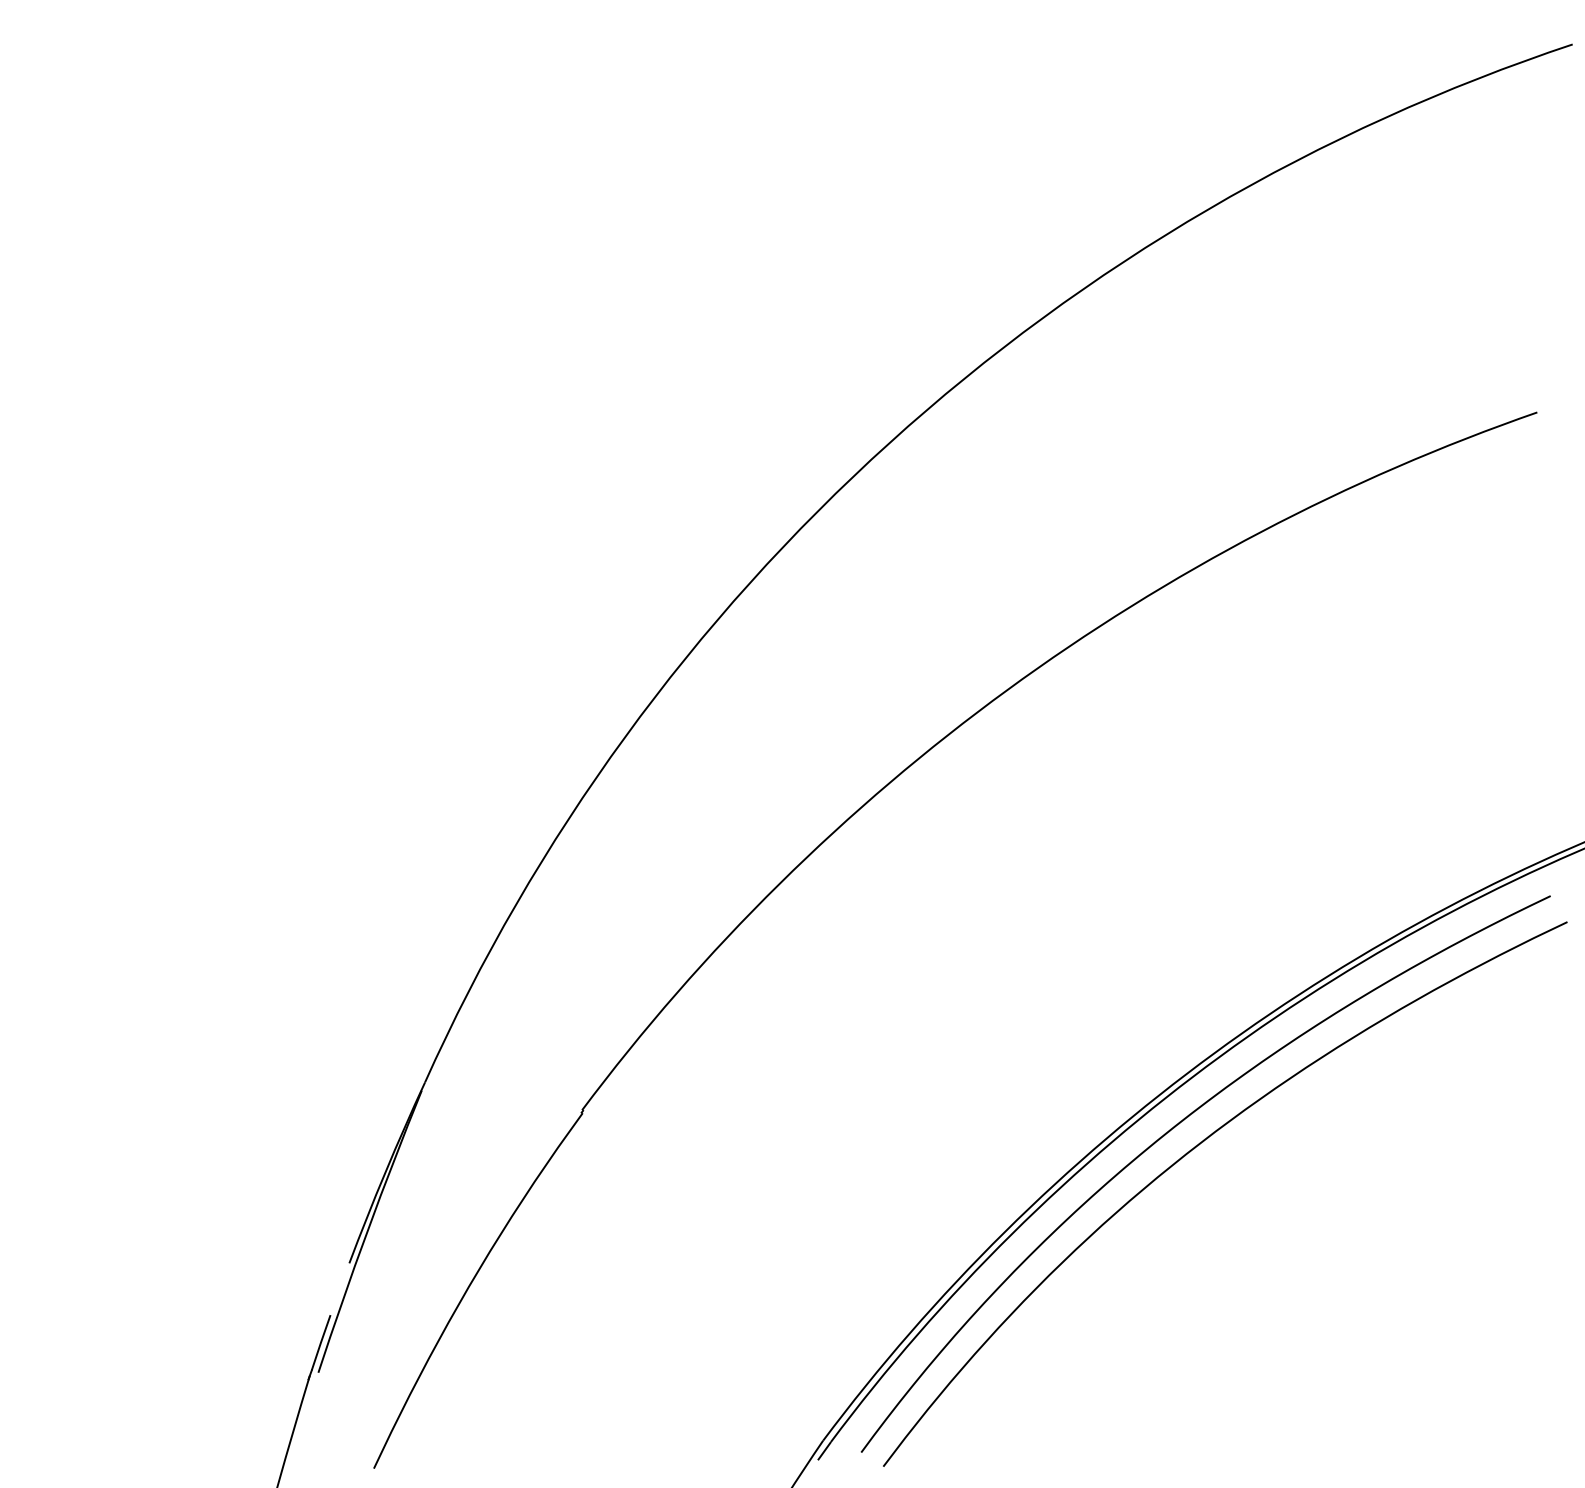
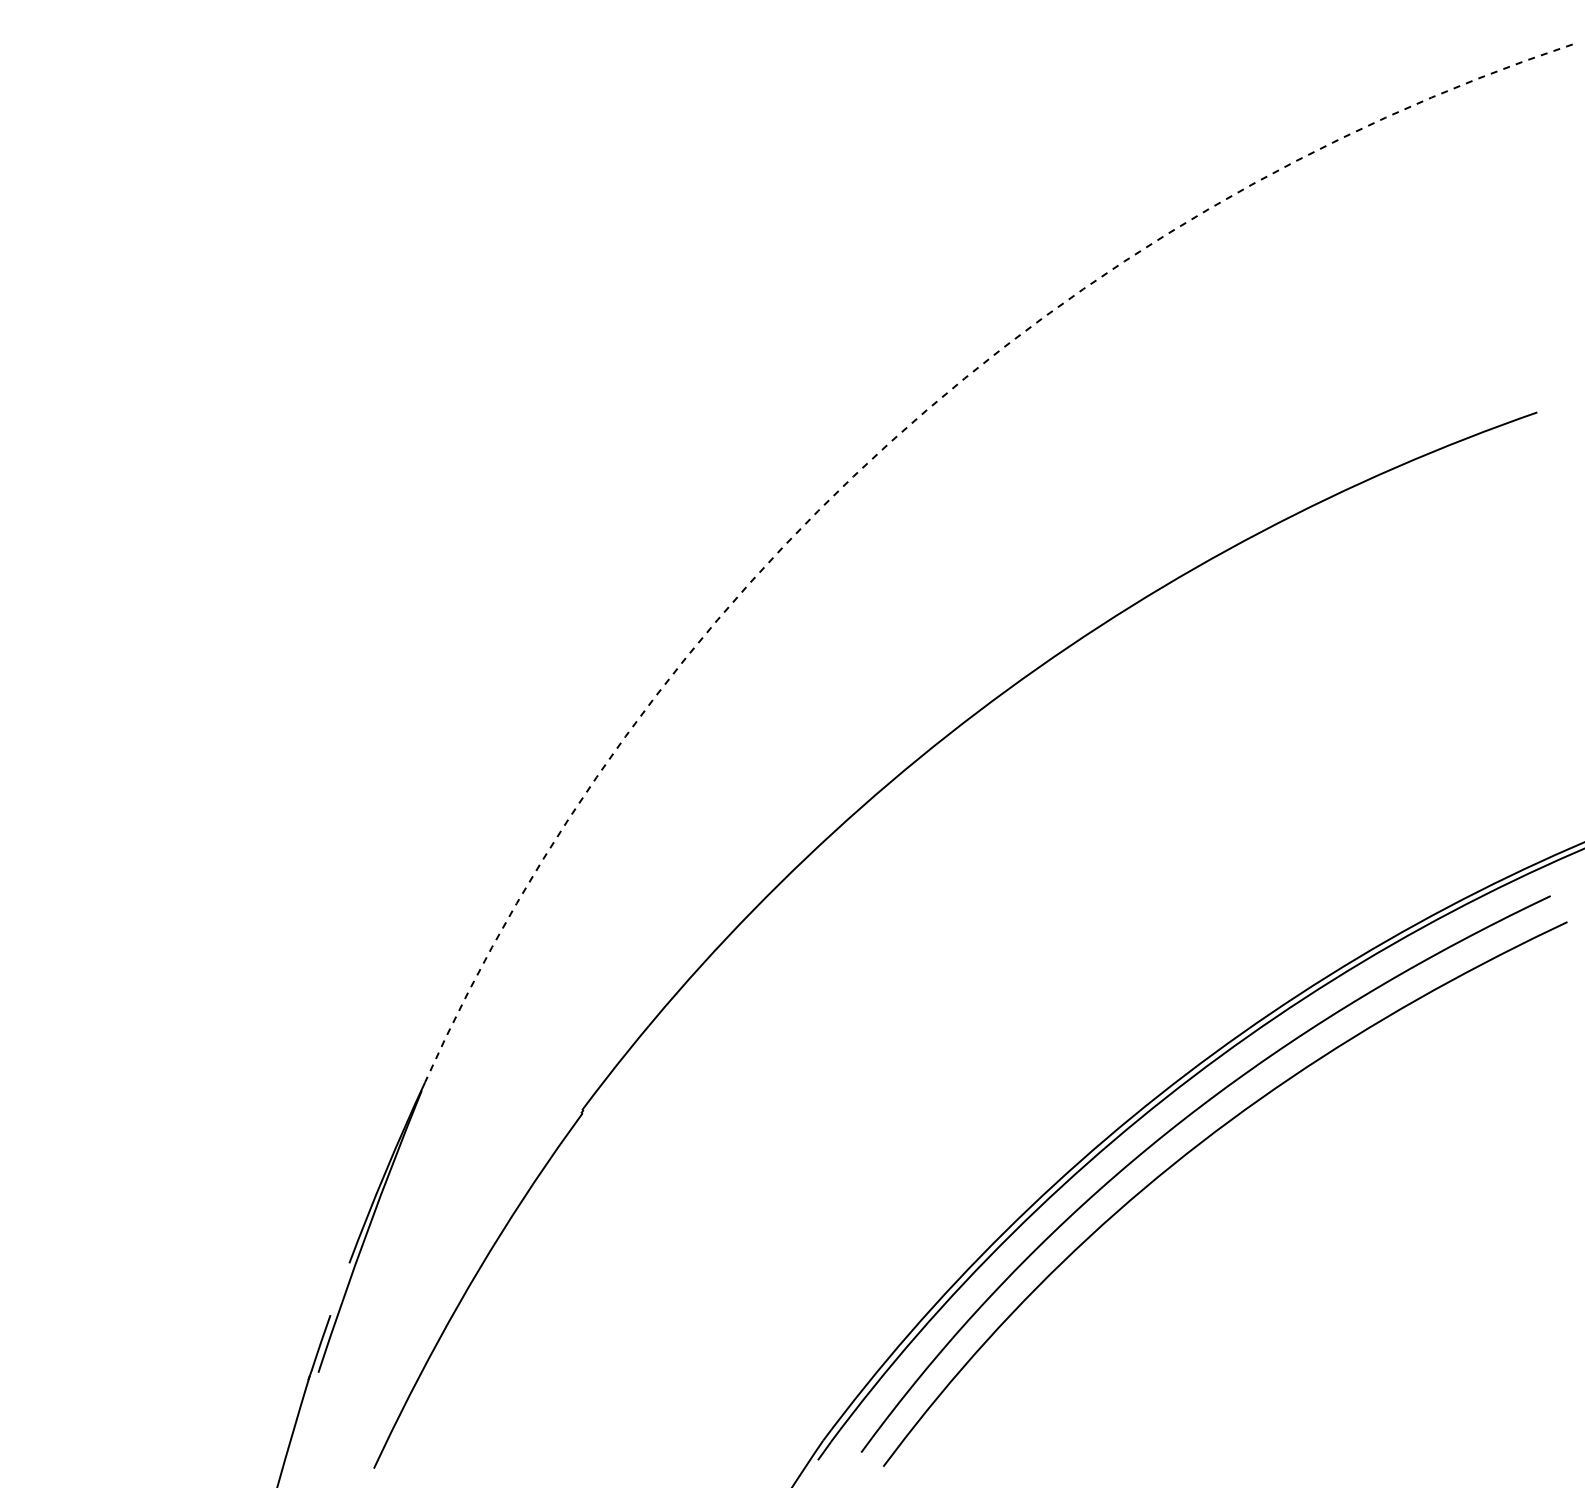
arc at (889, 442): solid -> dashed
